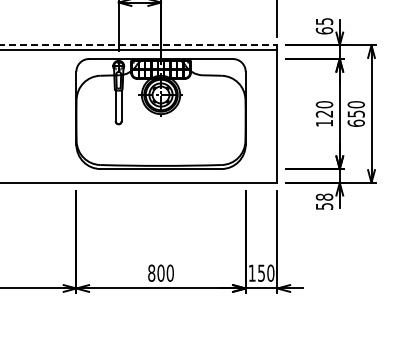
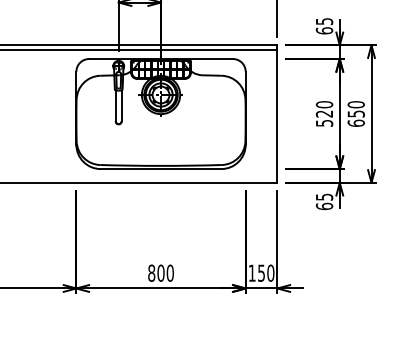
line at (139, 45): dashed -> solid
text at (324, 123): 120 -> 520
text at (324, 201): 58 -> 65
